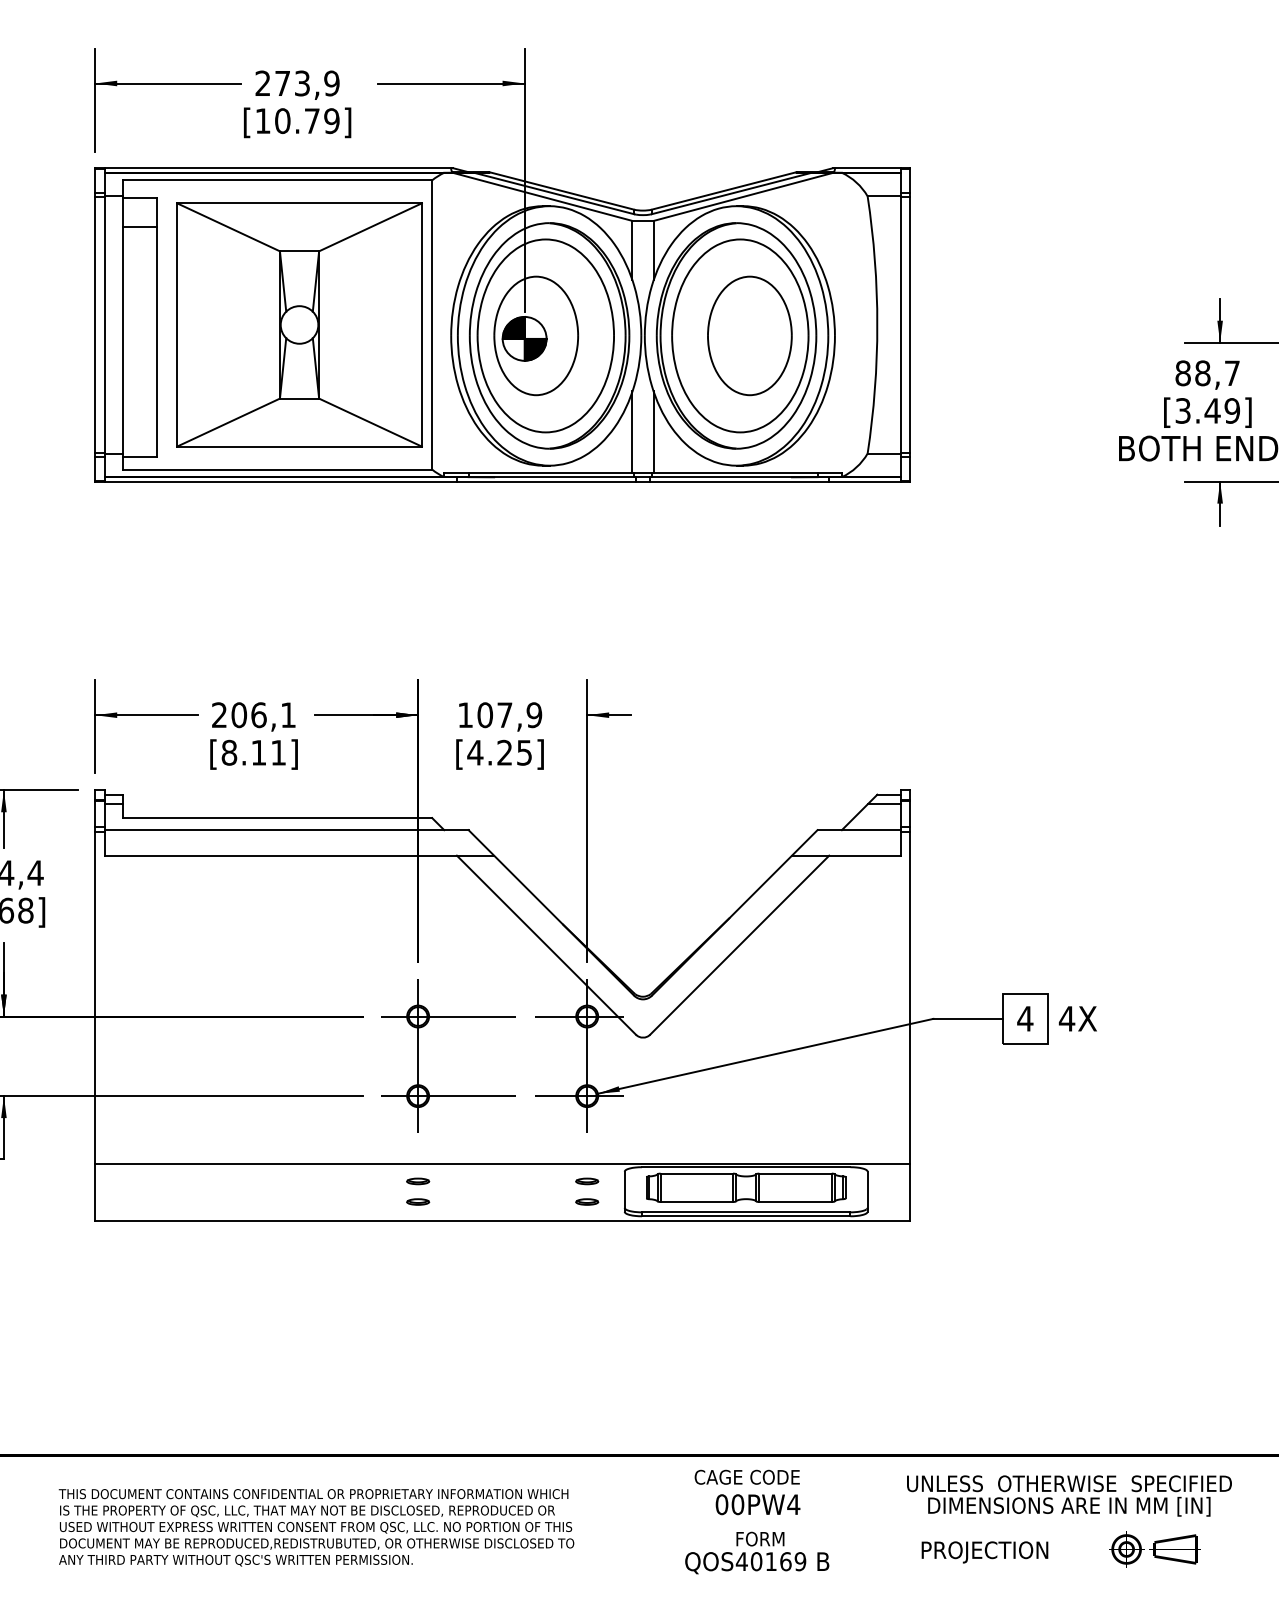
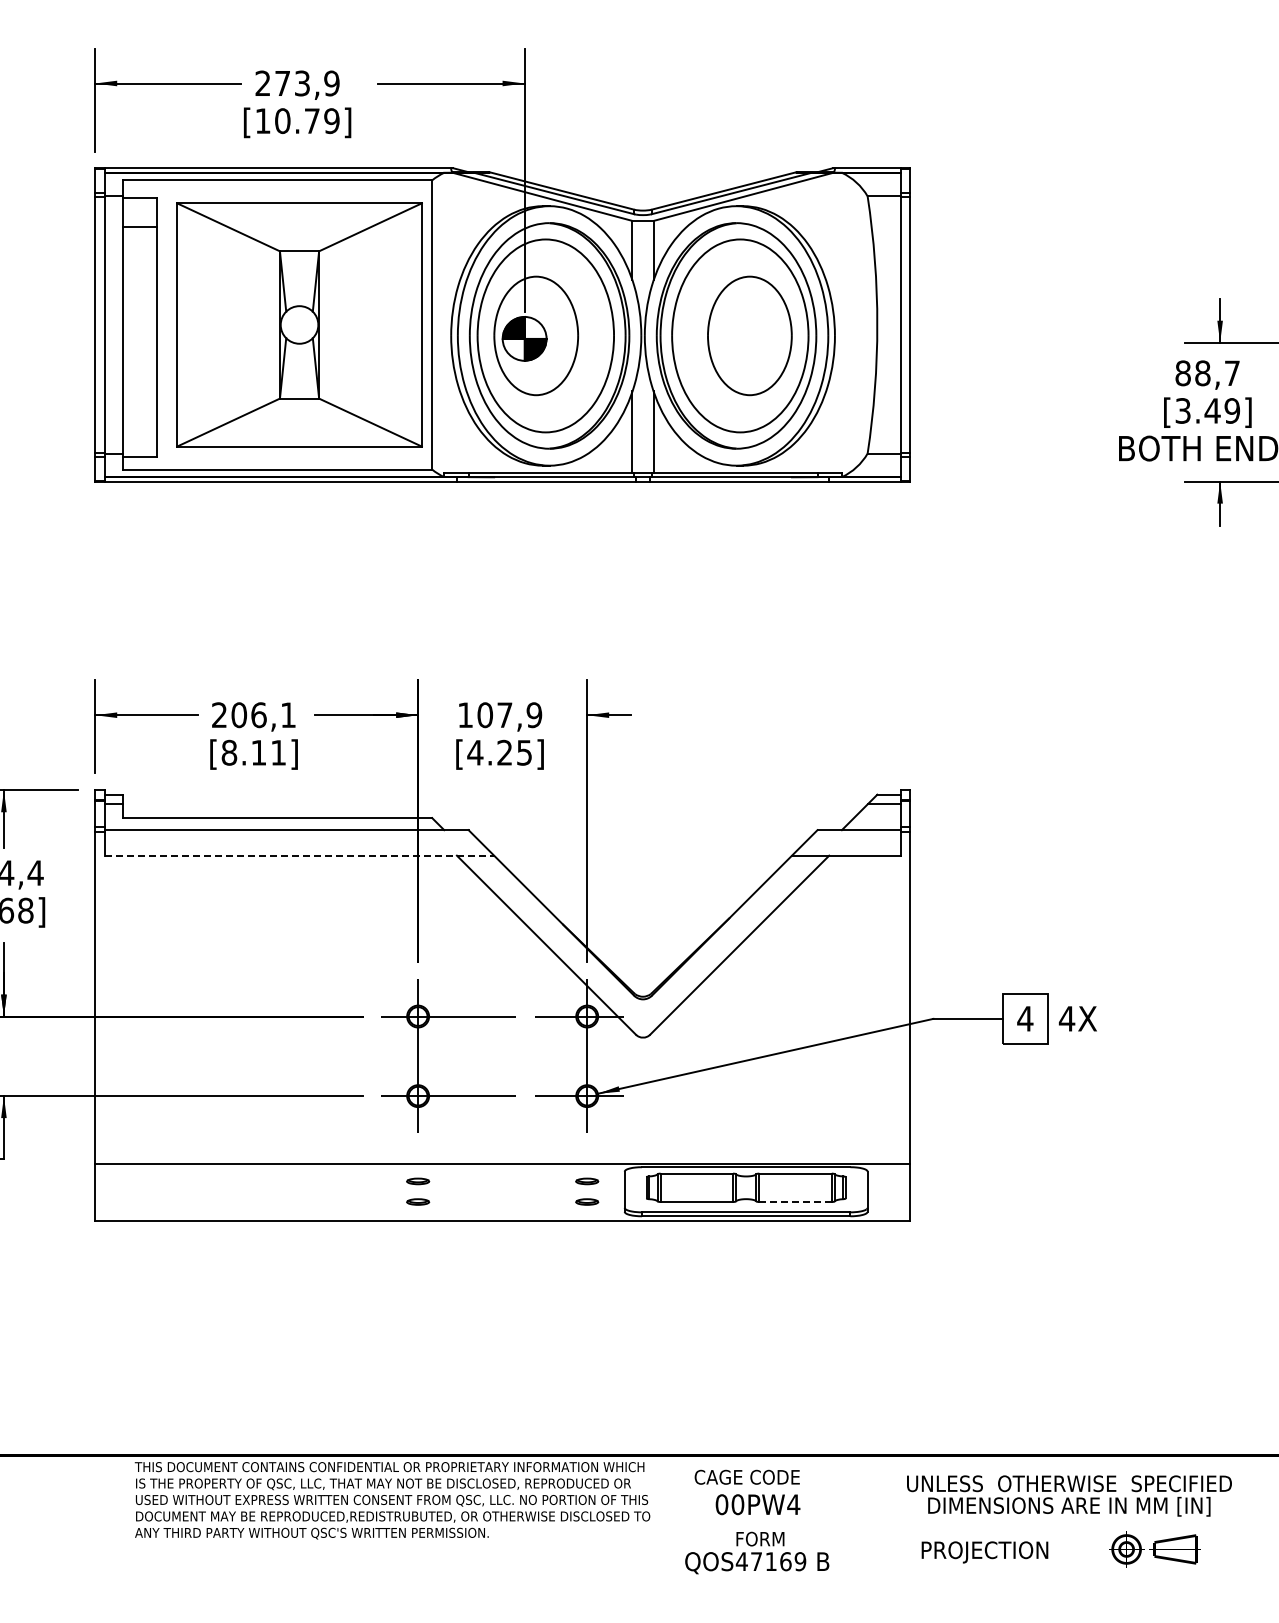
line at (299, 855): solid -> dashed
line at (796, 1202): solid -> dashed
text at (316, 1527) position: (316, 1527) -> (392, 1500)
text at (756, 1561): QOS40169 -> QOS47169
